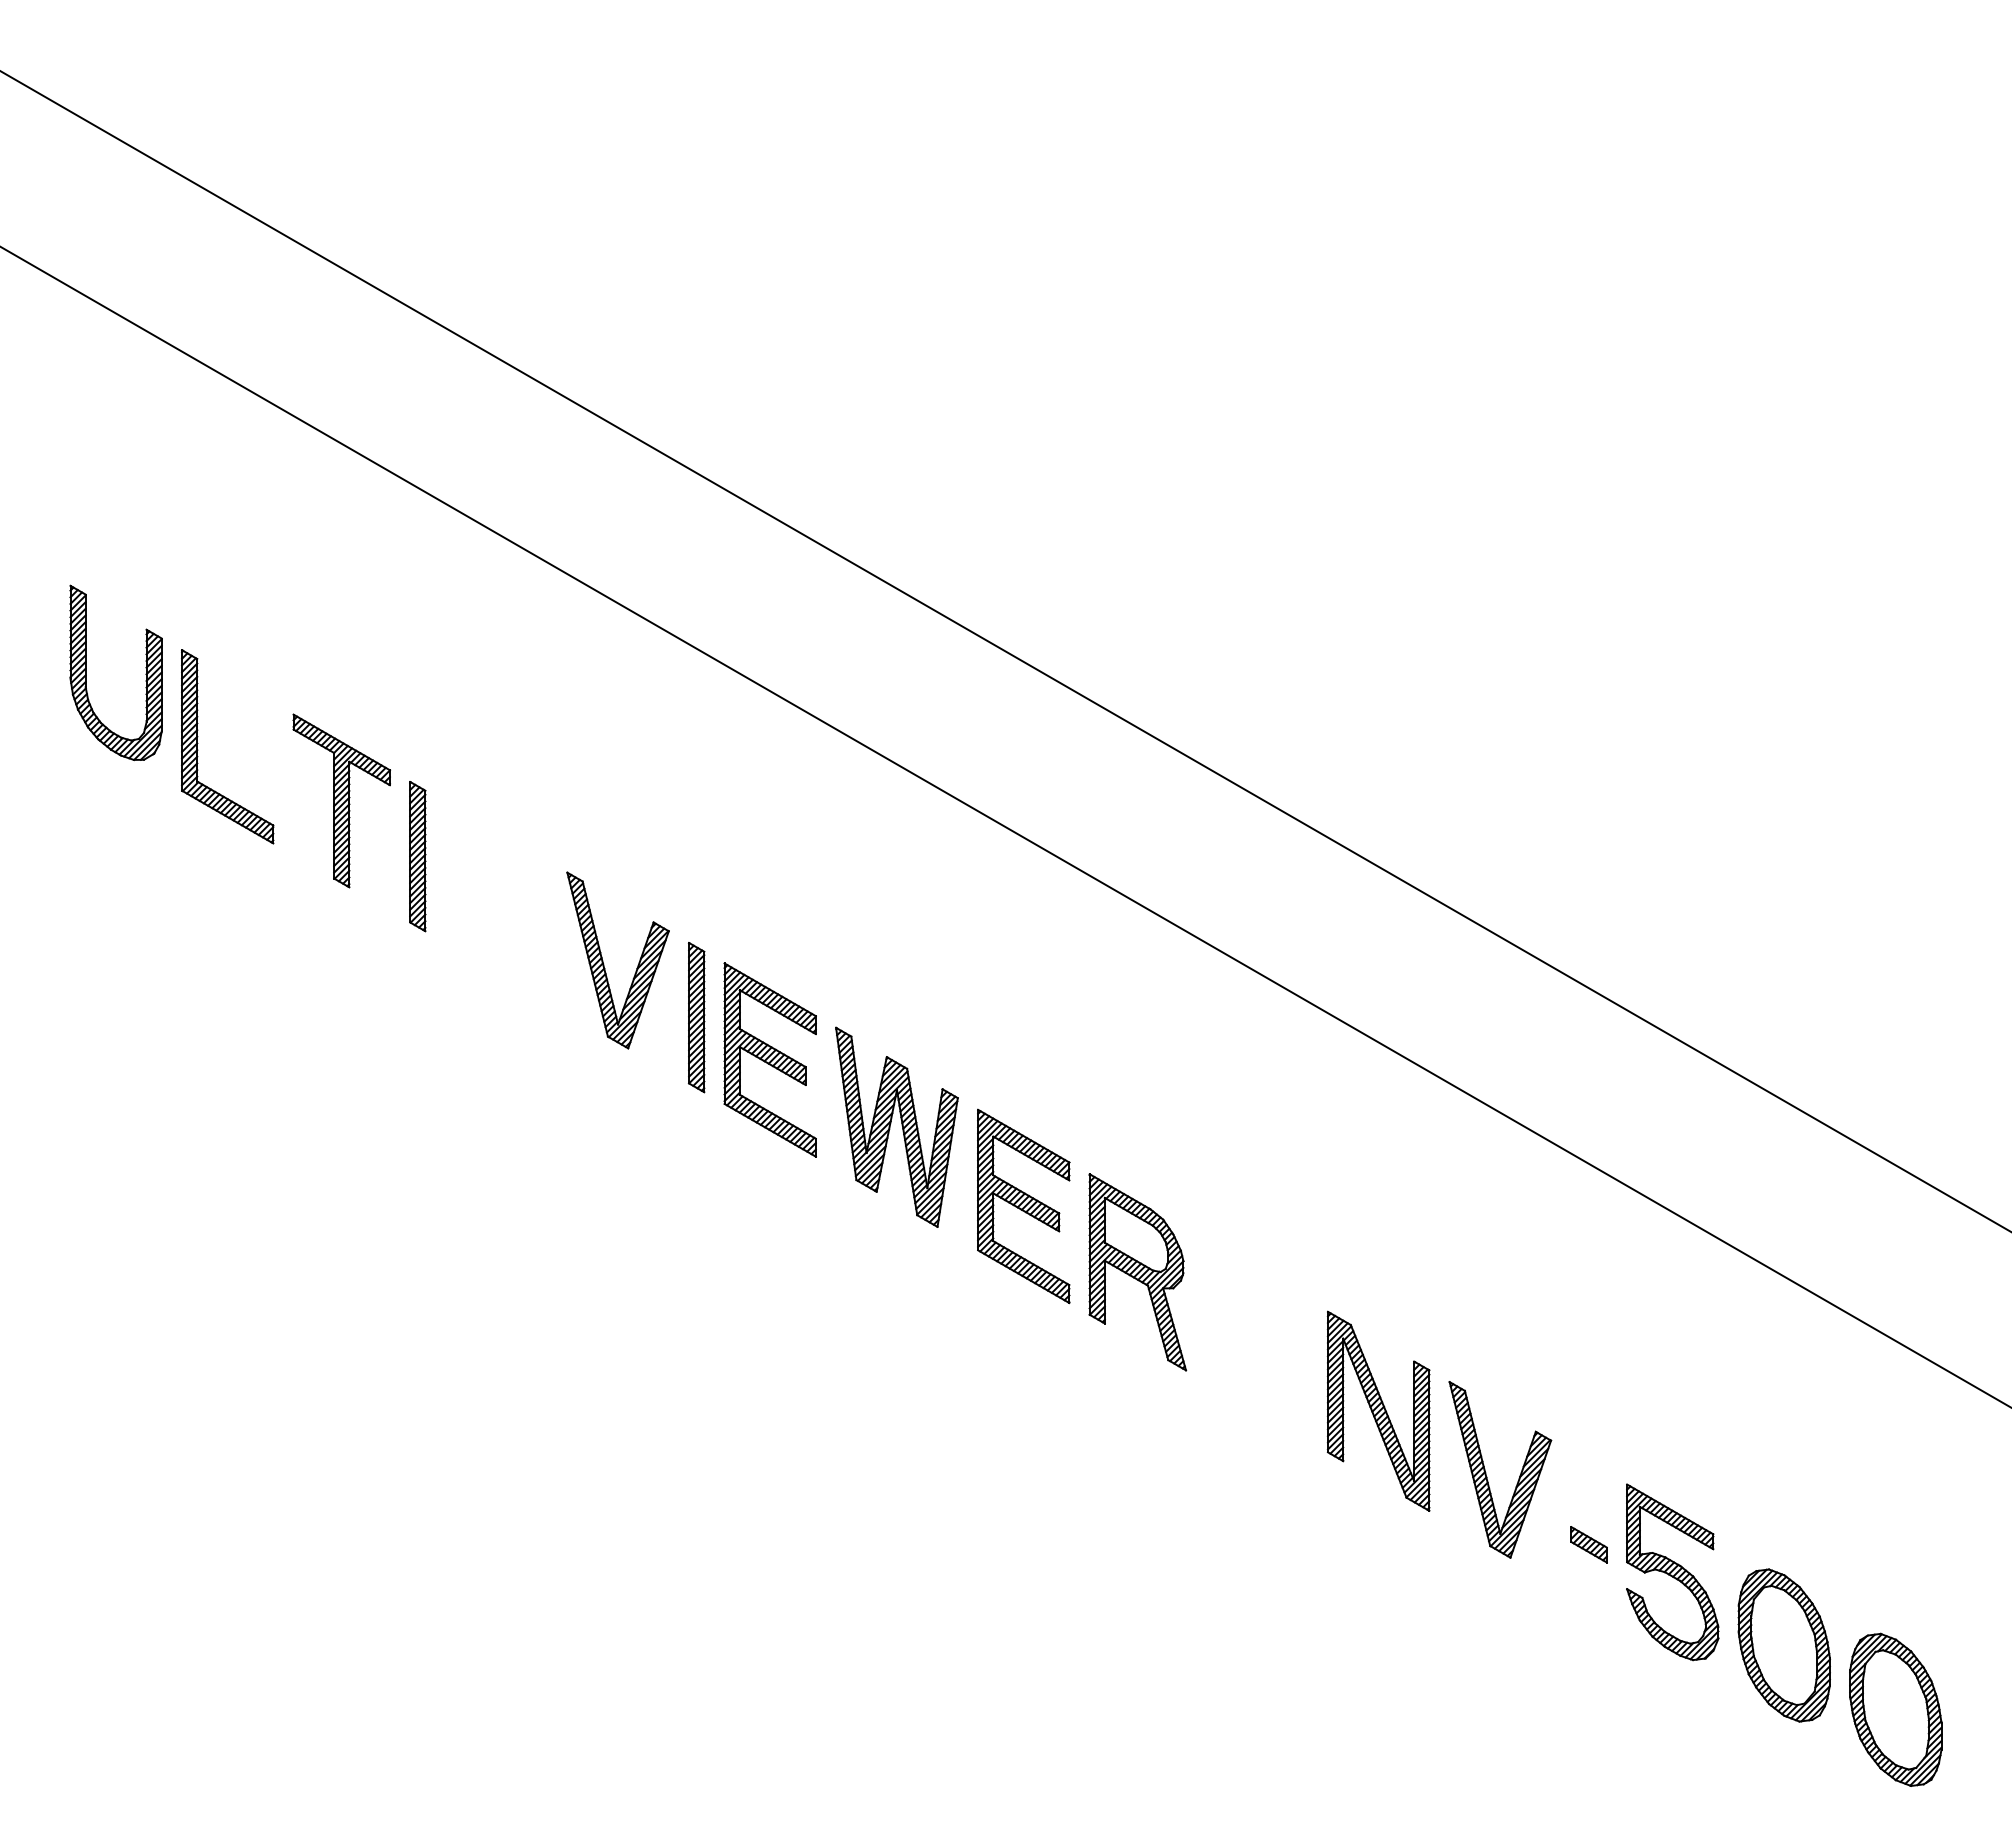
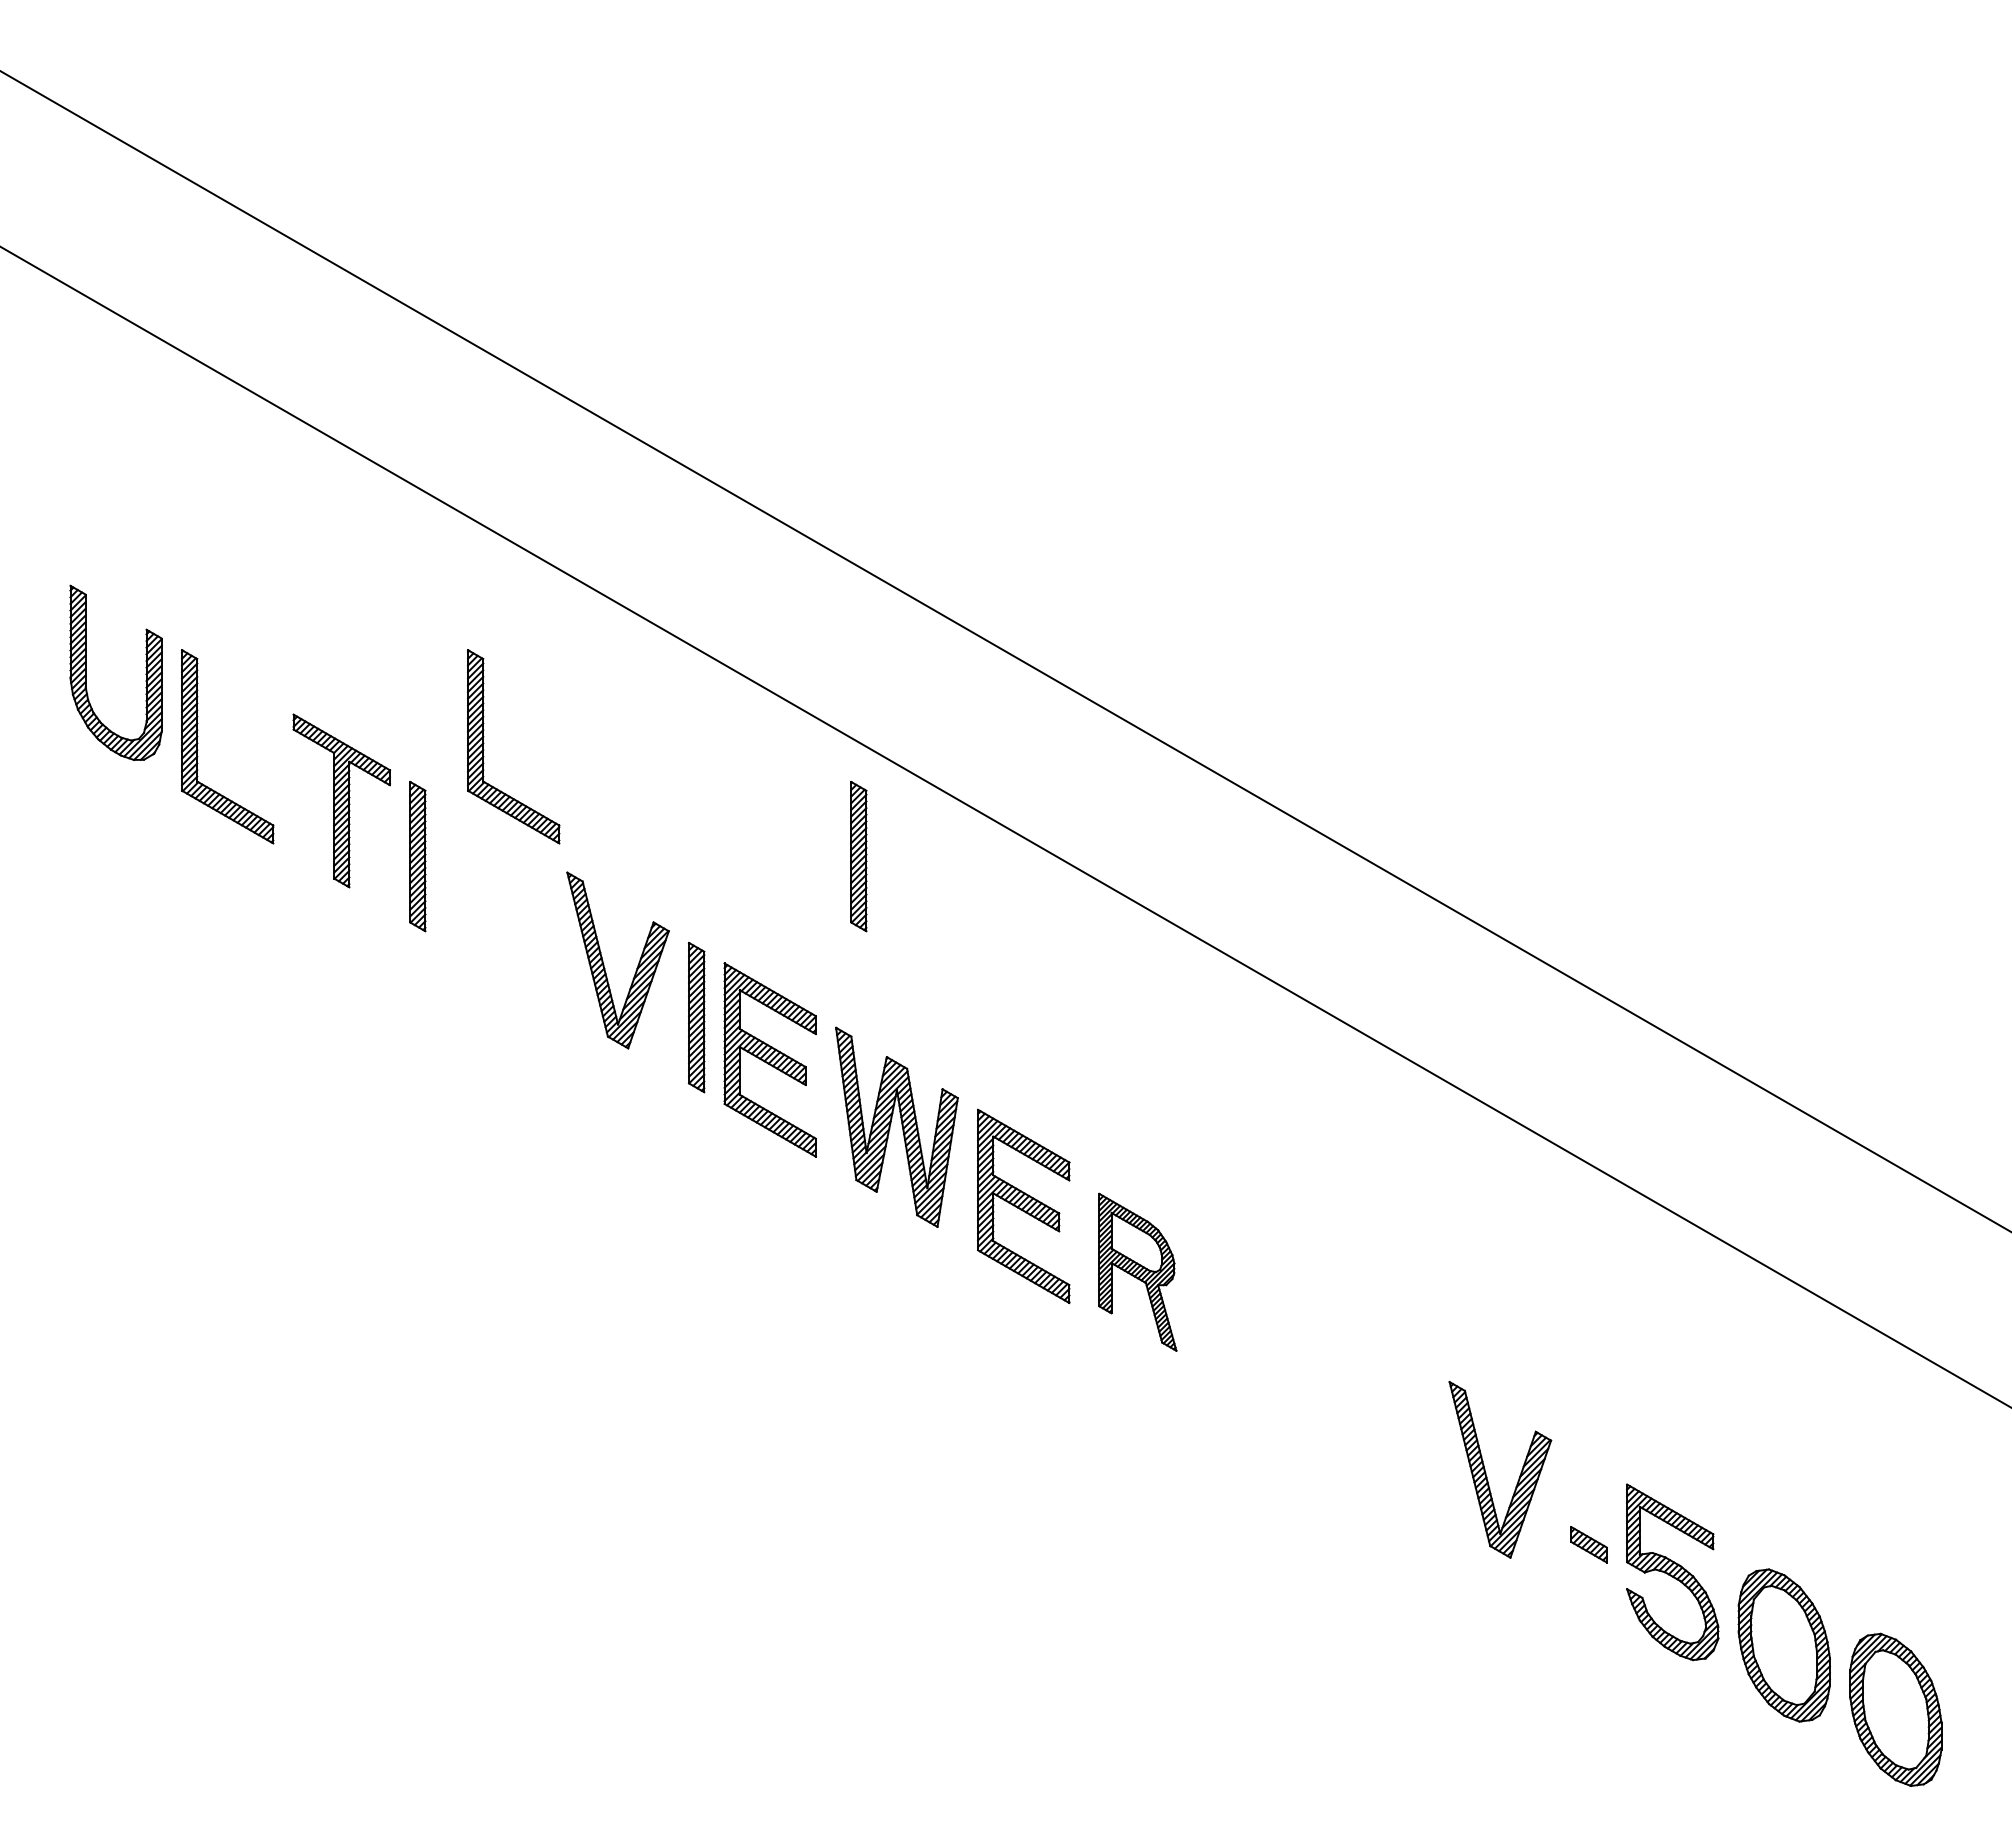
part at (484, 743): none -> present
part at (858, 856): none -> present
part at (1137, 1272) size: 100x199 px -> 80x160 px
part at (1378, 1410): present -> none
